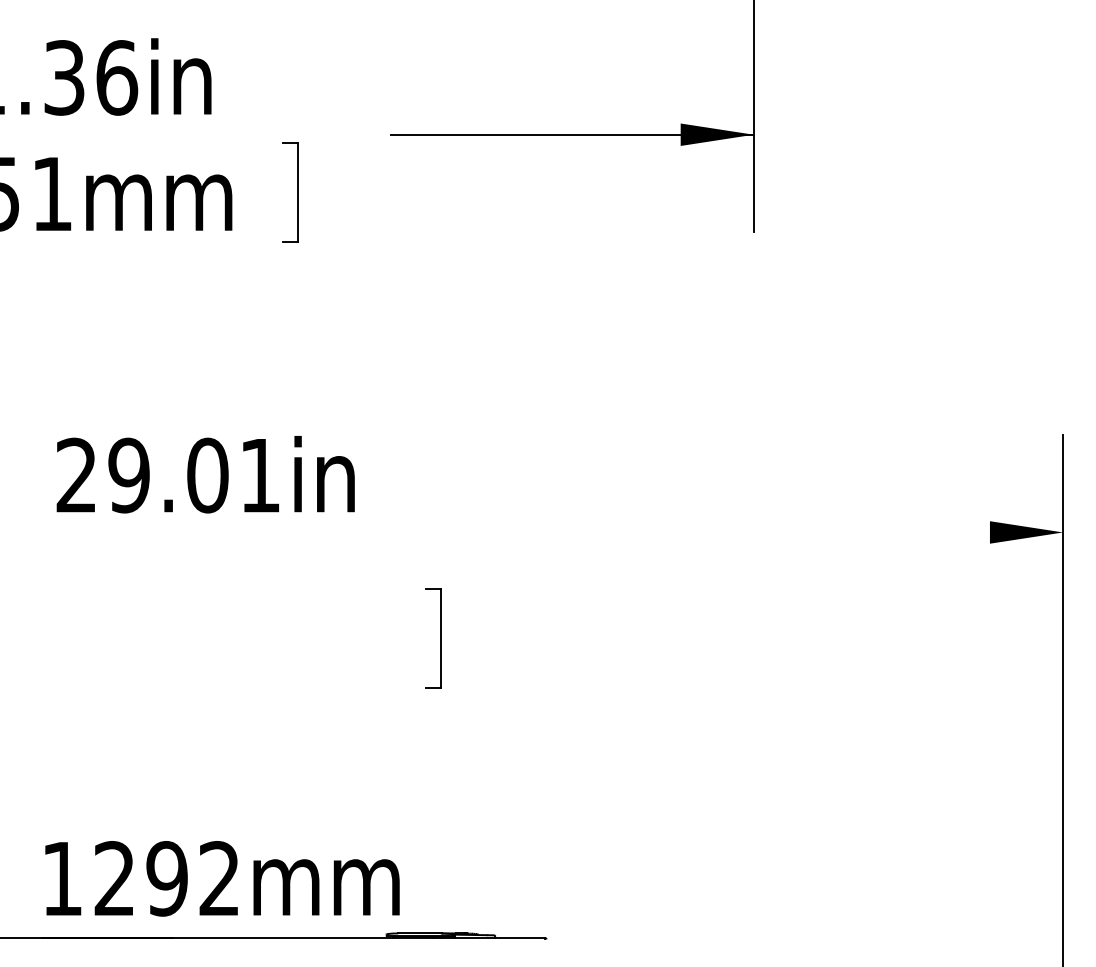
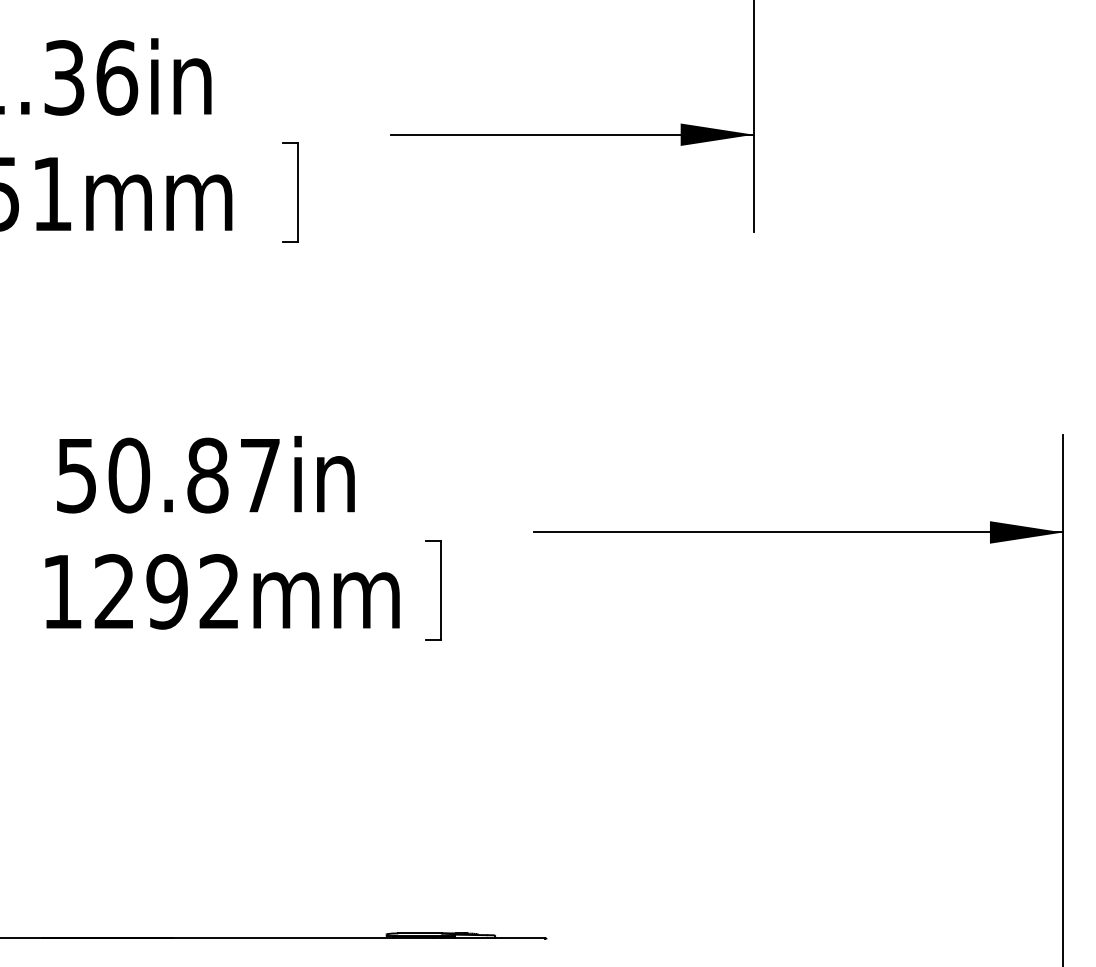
text at (167, 475): 29.01in -> 50.87in
line at (798, 532): none -> present
part at (440, 638) position: (440, 638) -> (440, 590)
text at (222, 878) position: (222, 878) -> (222, 591)
